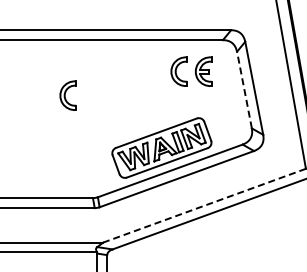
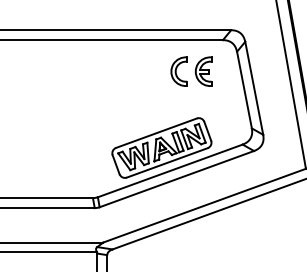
line at (244, 89): dashed -> solid
part at (67, 95): present -> none
line at (204, 205): dashed -> solid
